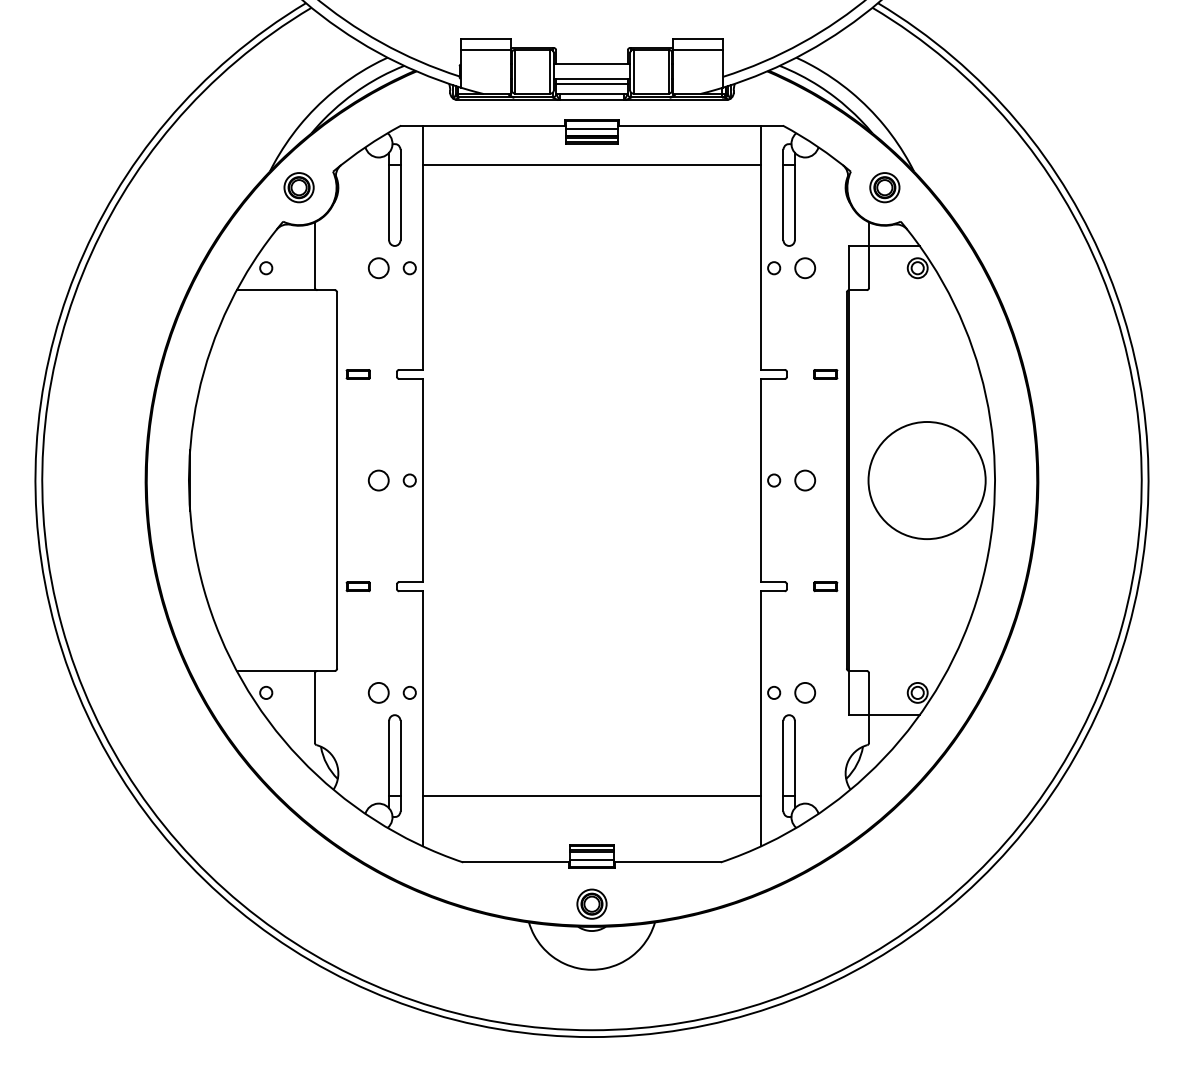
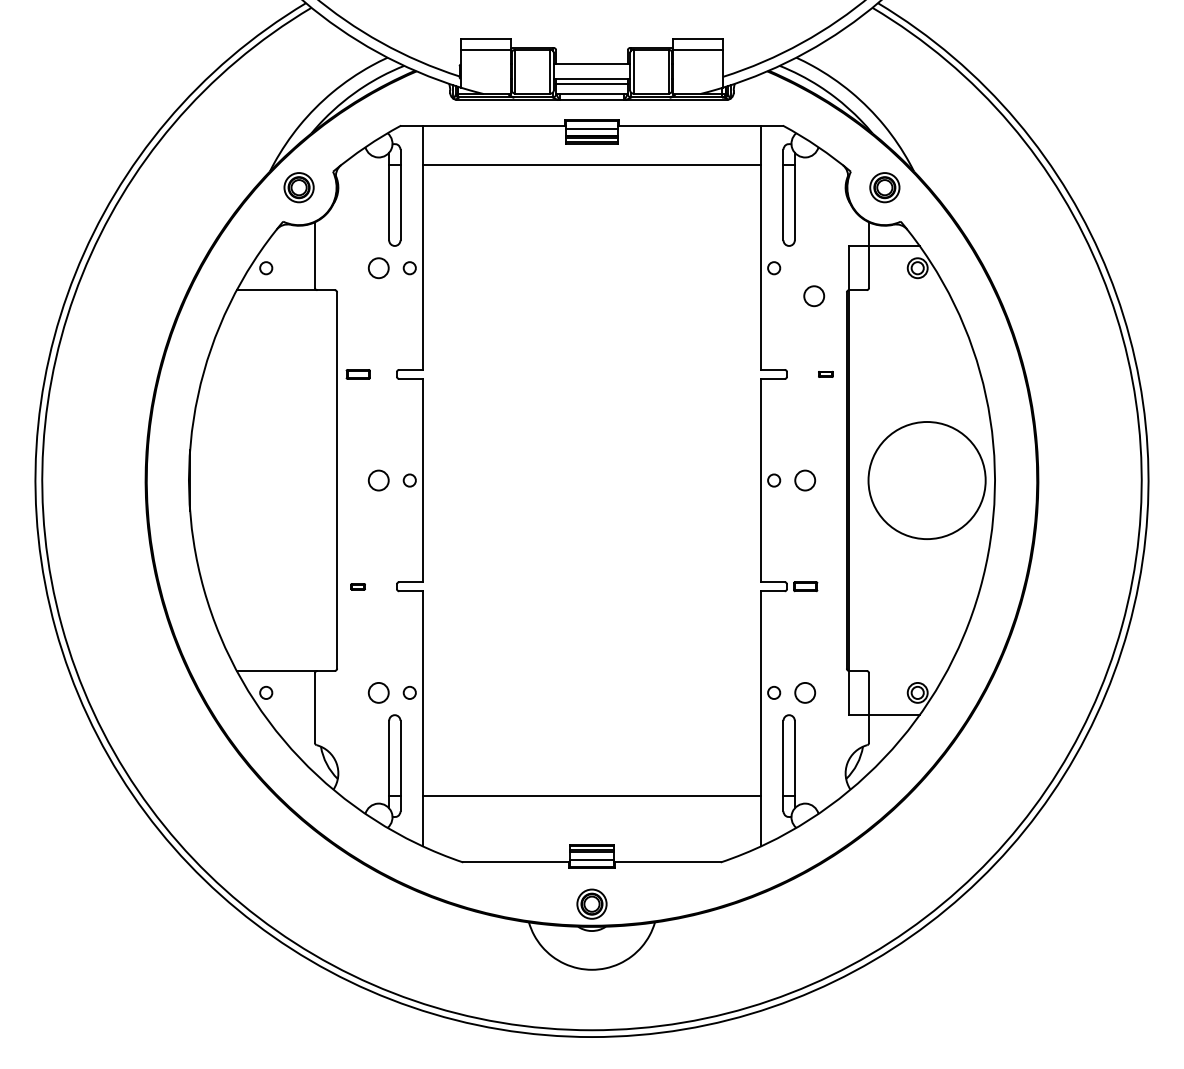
circle at (805, 268) position: (805, 268) -> (814, 296)
part at (825, 374) size: 26x11 px -> 16x8 px
part at (357, 586) size: 26x12 px -> 16x8 px
part at (825, 586) position: (825, 586) -> (805, 586)
